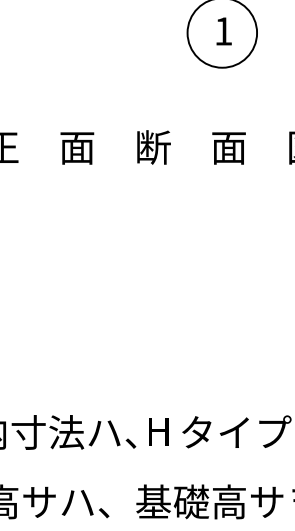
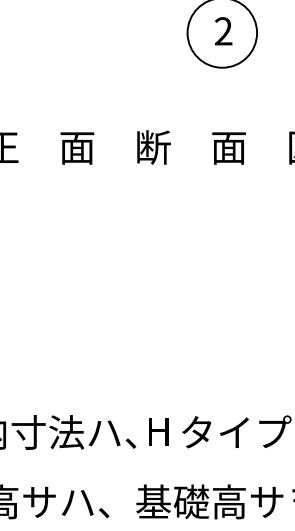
text at (223, 31): 1 -> 2
